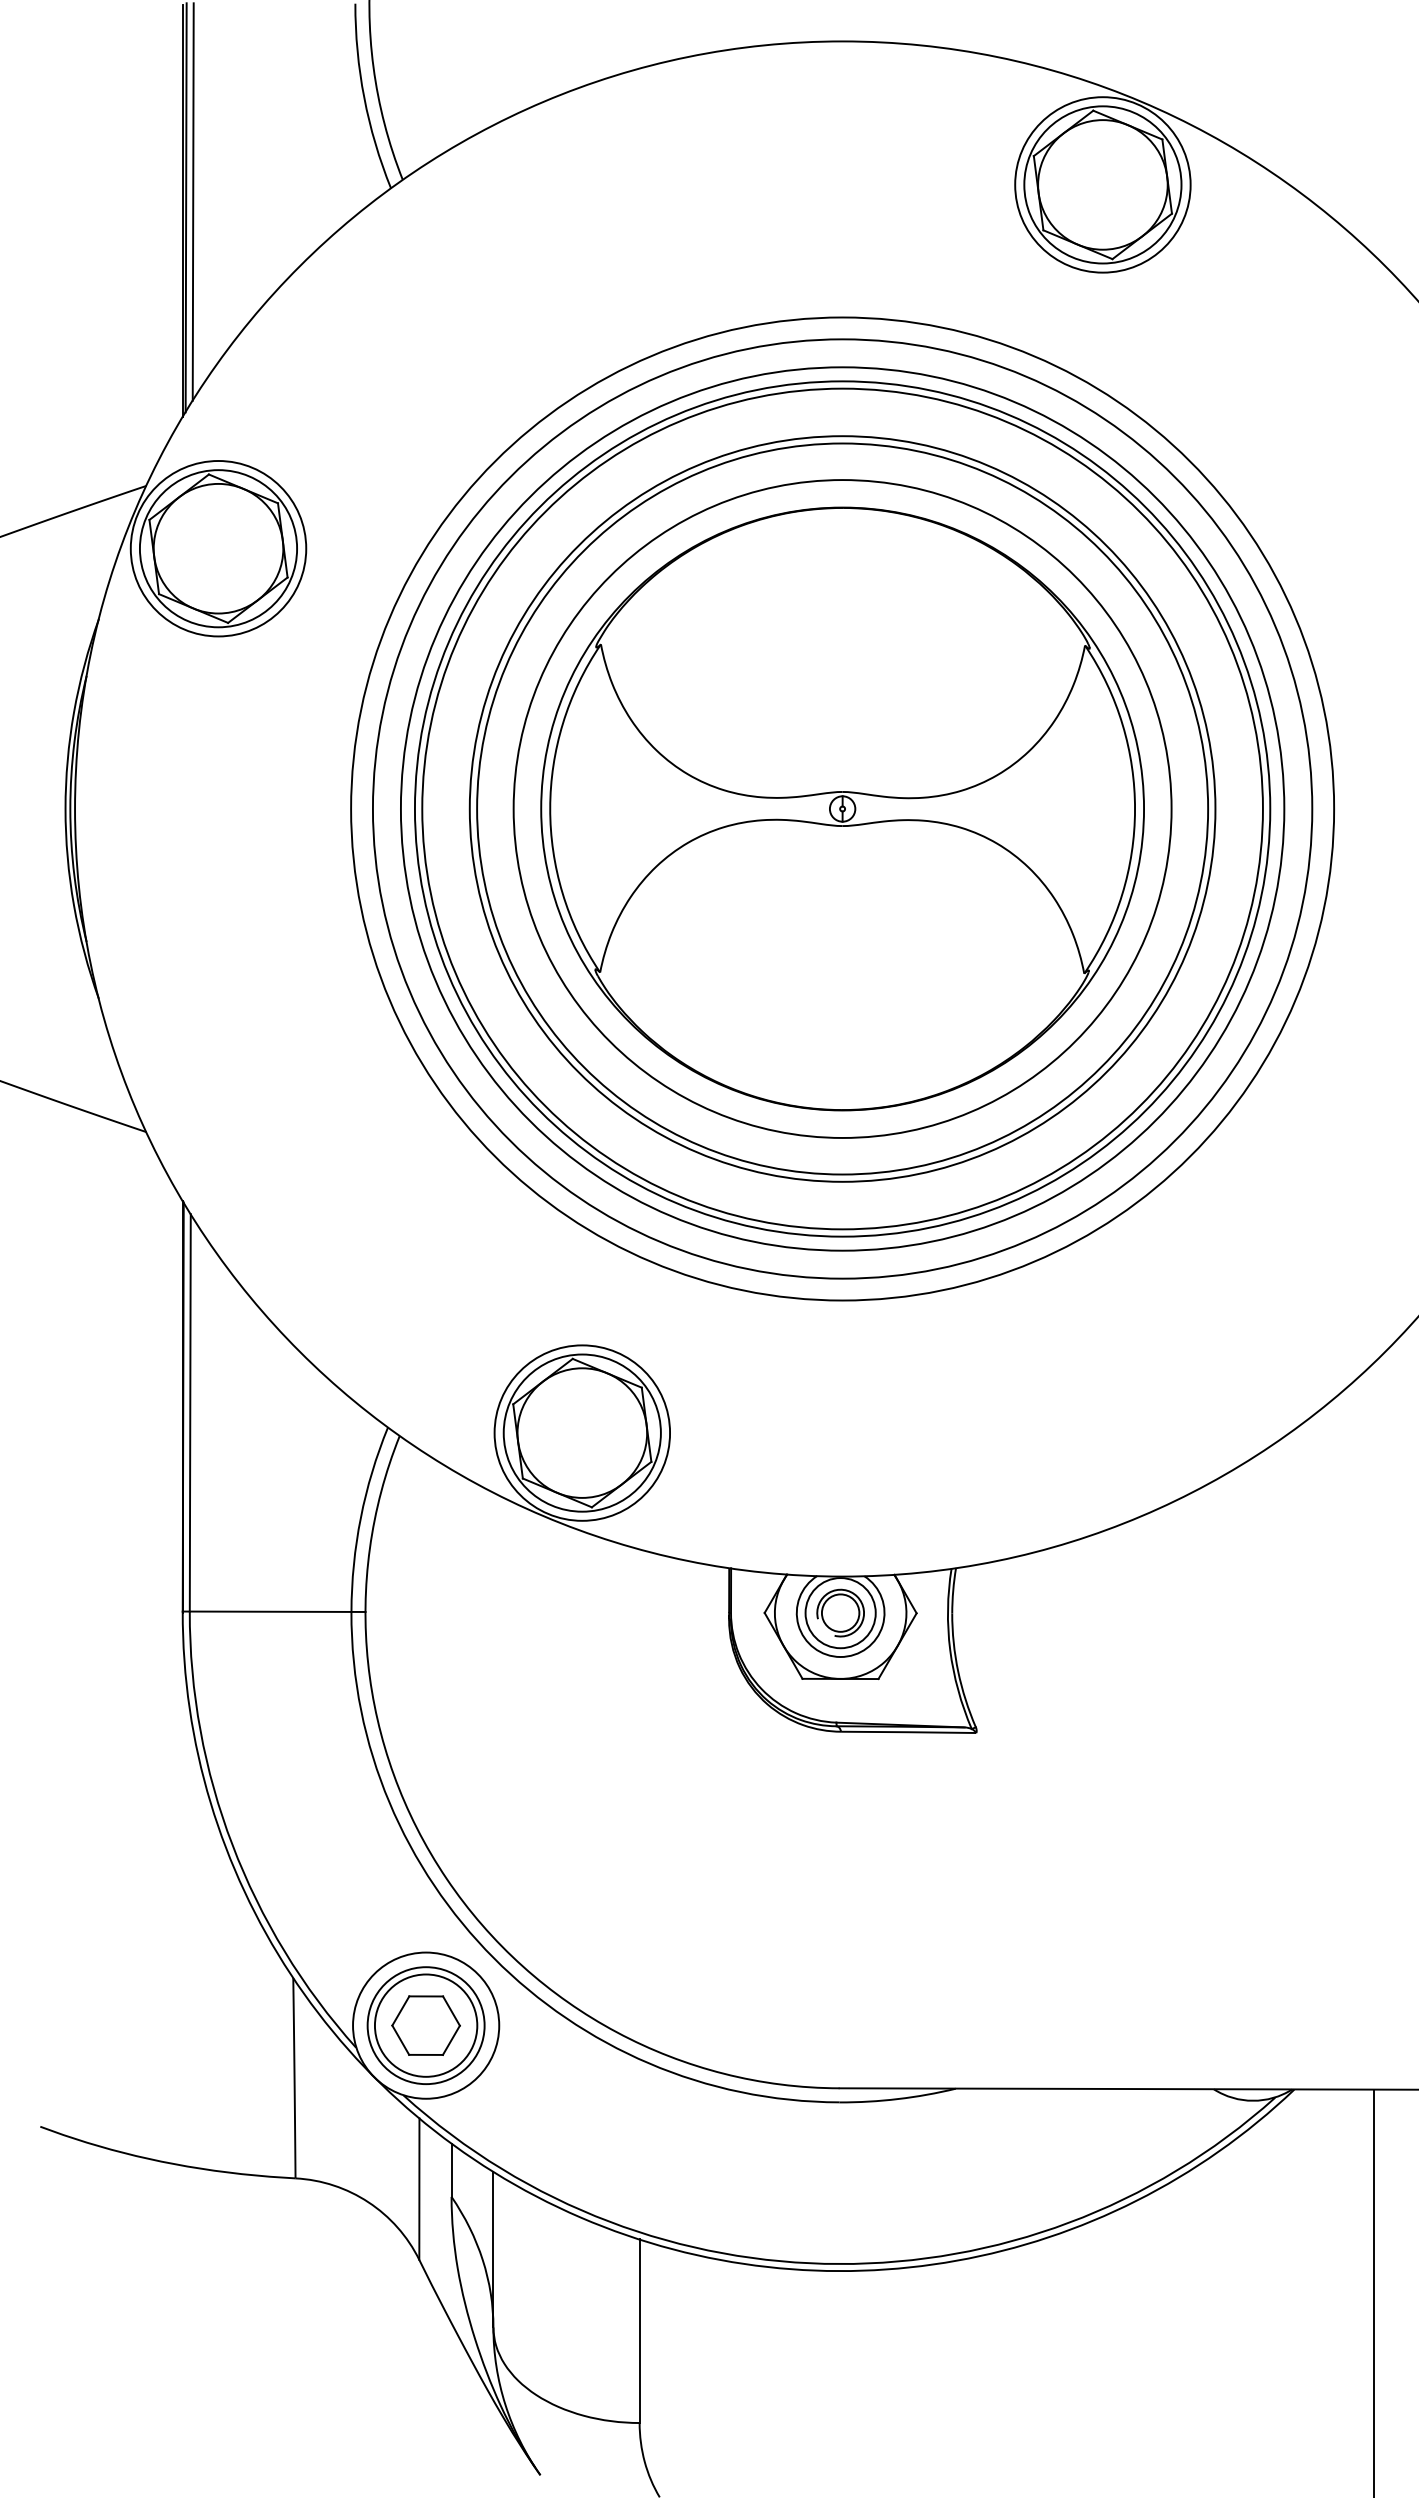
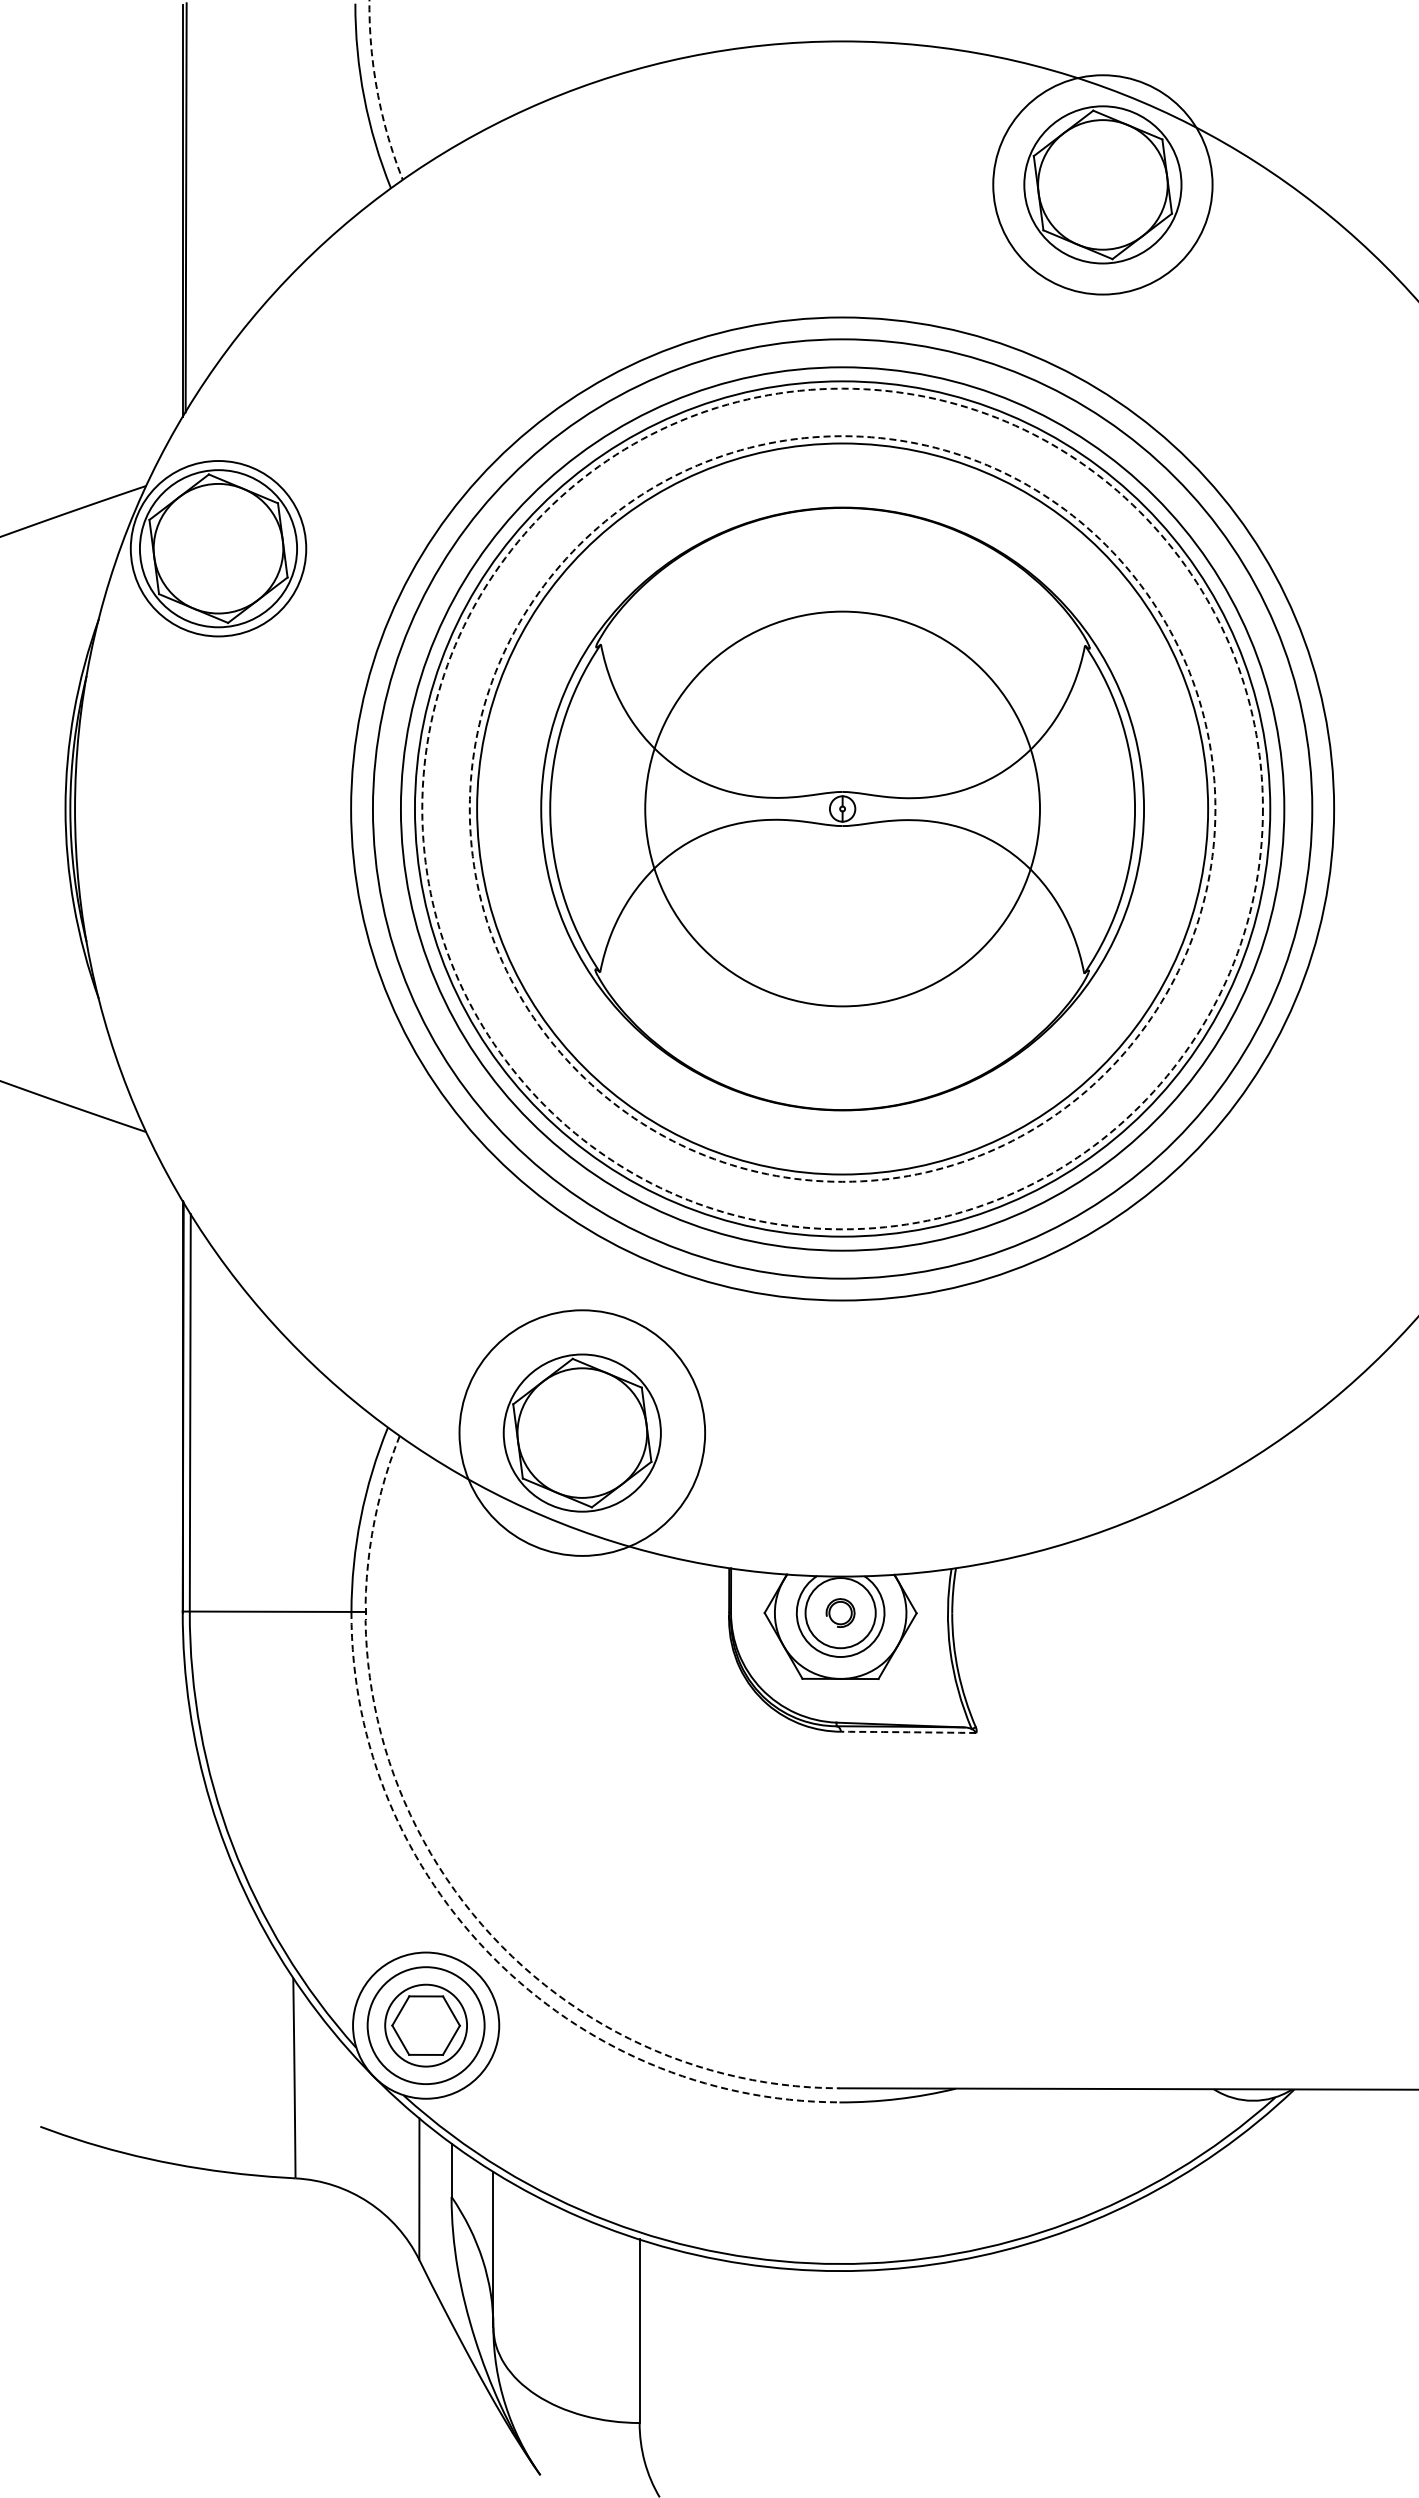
arc at (377, 91): solid -> dashed
circle at (1102, 184) diameter: 175 px -> 219 px
line at (192, 201): present -> none
circle at (842, 808) diameter: 658 px -> 395 px
circle at (842, 808): solid -> dashed
circle at (842, 808): solid -> dashed
circle at (582, 1432) diameter: 175 px -> 246 px
part at (840, 1612) size: 49x50 px -> 31x30 px
arc at (908, 1732): solid -> dashed
arc at (446, 1878): solid -> dashed
arc at (493, 1958): solid -> dashed
circle at (425, 2025) diameter: 102 px -> 82 px
line at (1374, 2291): present -> none
